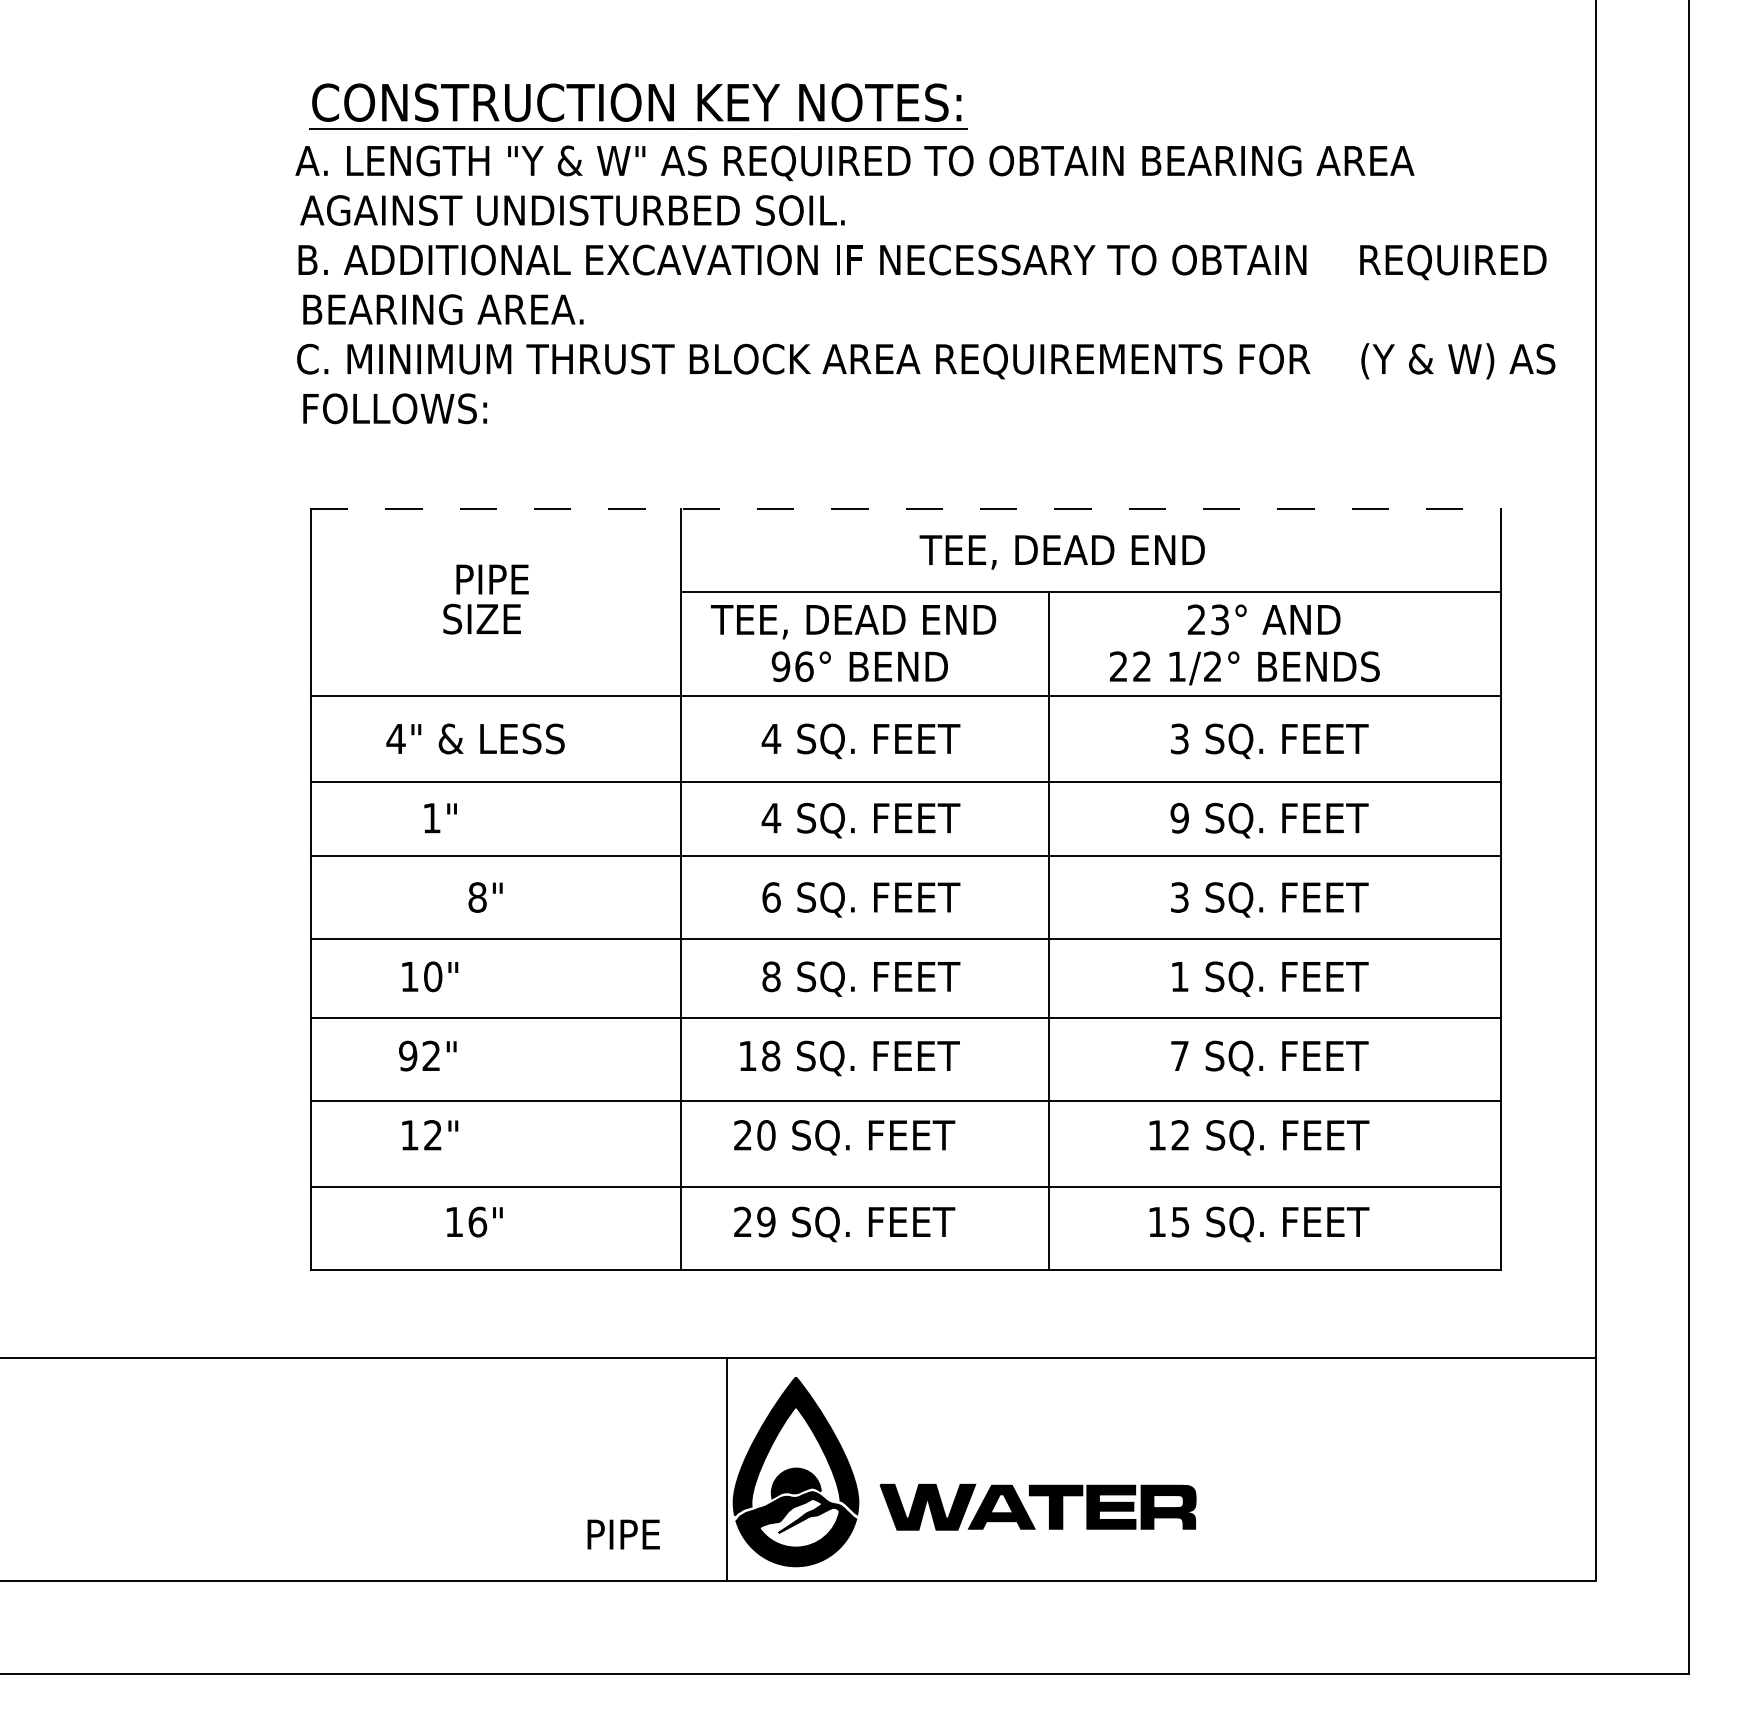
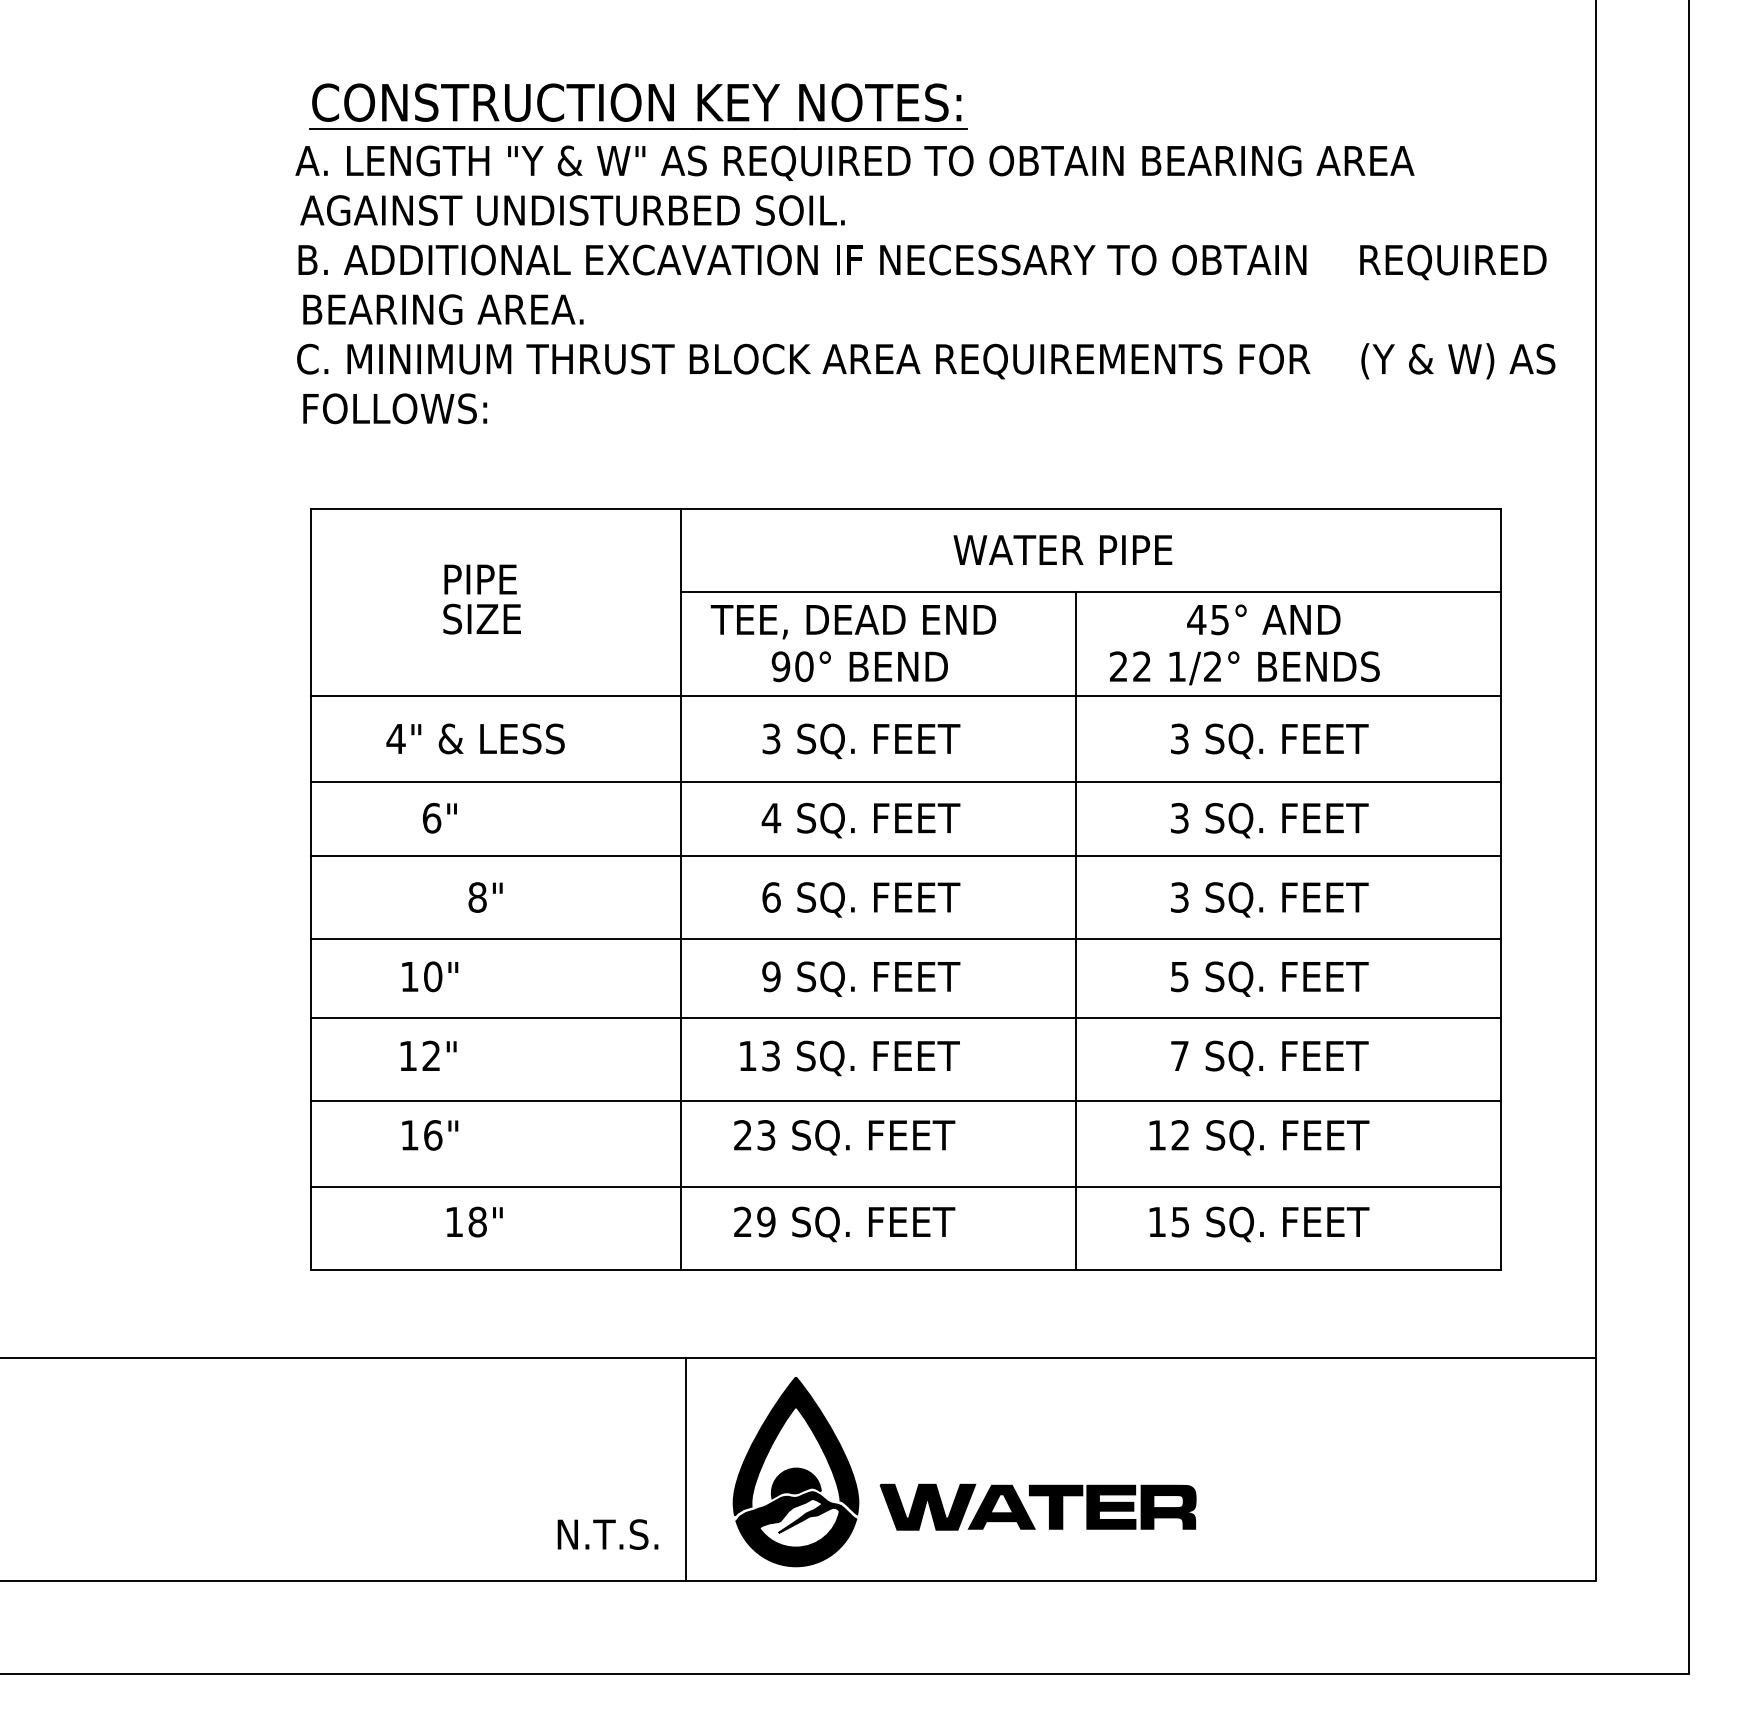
line at (906, 509): dashed -> solid
text at (1061, 552): TEE, DEAD END -> WATER PIPE
text at (492, 579) position: (492, 579) -> (480, 579)
text at (1207, 619): 23° -> 45°
text at (804, 666): 96° -> 90°
text at (771, 738): 4 -> 3
text at (432, 817): 1" -> 6"
text at (1179, 818): 9 -> 3
line at (1048, 930) position: (1048, 930) -> (1075, 930)
text at (771, 976): 8 -> 9
text at (1179, 977): 1 -> 5
text at (408, 1055): 92" -> 12"
text at (771, 1055): 18 -> 13
text at (433, 1135): 12" -> 16"
text at (766, 1135): 20 -> 23
text at (477, 1221): 16" -> 18"
line at (726, 1469) position: (726, 1469) -> (685, 1469)
text at (608, 1534): PIPE -> N.T.S.
